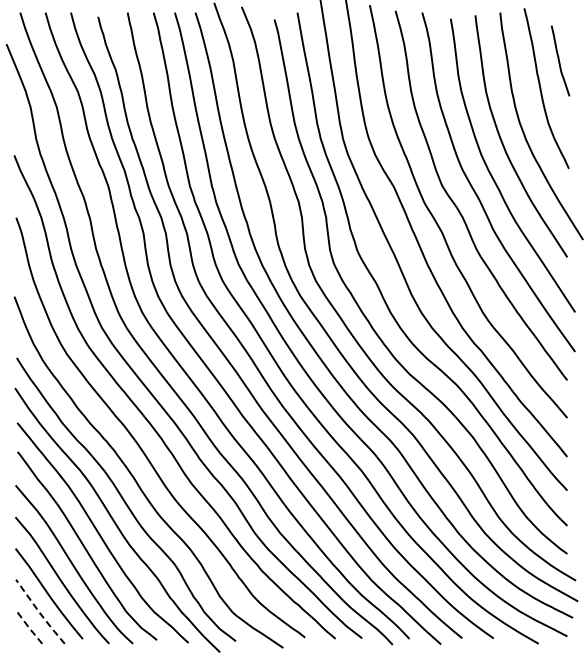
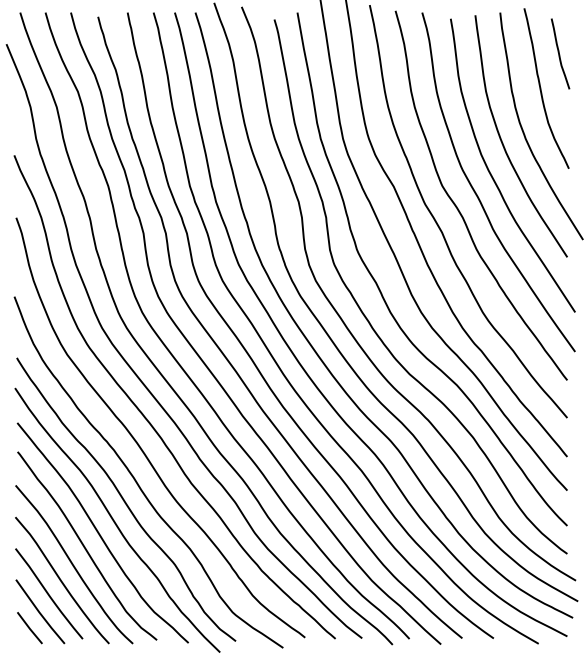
curve at (559, 60) position: (559, 60) -> (559, 53)
line at (39, 612): dashed -> solid
line at (29, 628): dashed -> solid
